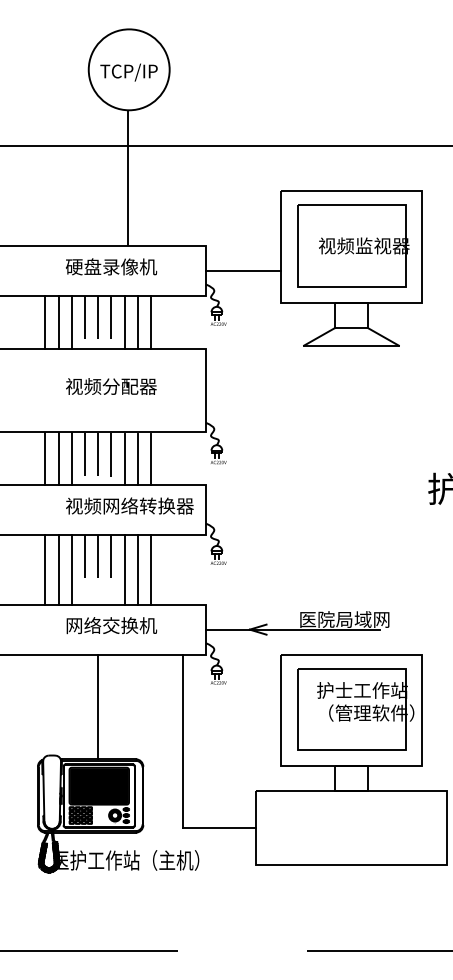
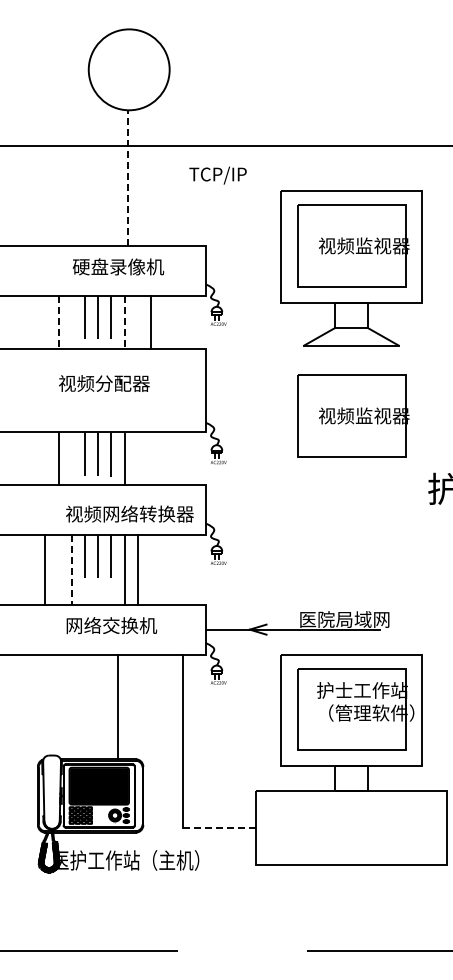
text at (128, 72) position: (128, 72) -> (217, 175)
line at (128, 178): solid -> dashed
text at (111, 266) position: (111, 266) -> (118, 266)
line at (243, 270): present -> none
line at (45, 321): present -> none
line at (71, 321): present -> none
line at (137, 321): present -> none
line at (58, 322): solid -> dashed
line at (124, 322): solid -> dashed
text at (111, 386) position: (111, 386) -> (104, 383)
part at (353, 415): none -> present
line at (45, 458): present -> none
line at (71, 459): present -> none
line at (137, 459): present -> none
line at (150, 459): present -> none
text at (129, 505) position: (129, 505) -> (129, 513)
line at (58, 569): present -> none
line at (71, 569): solid -> dashed
line at (150, 569): present -> none
line at (98, 706) position: (98, 706) -> (118, 706)
line at (220, 828): solid -> dashed
